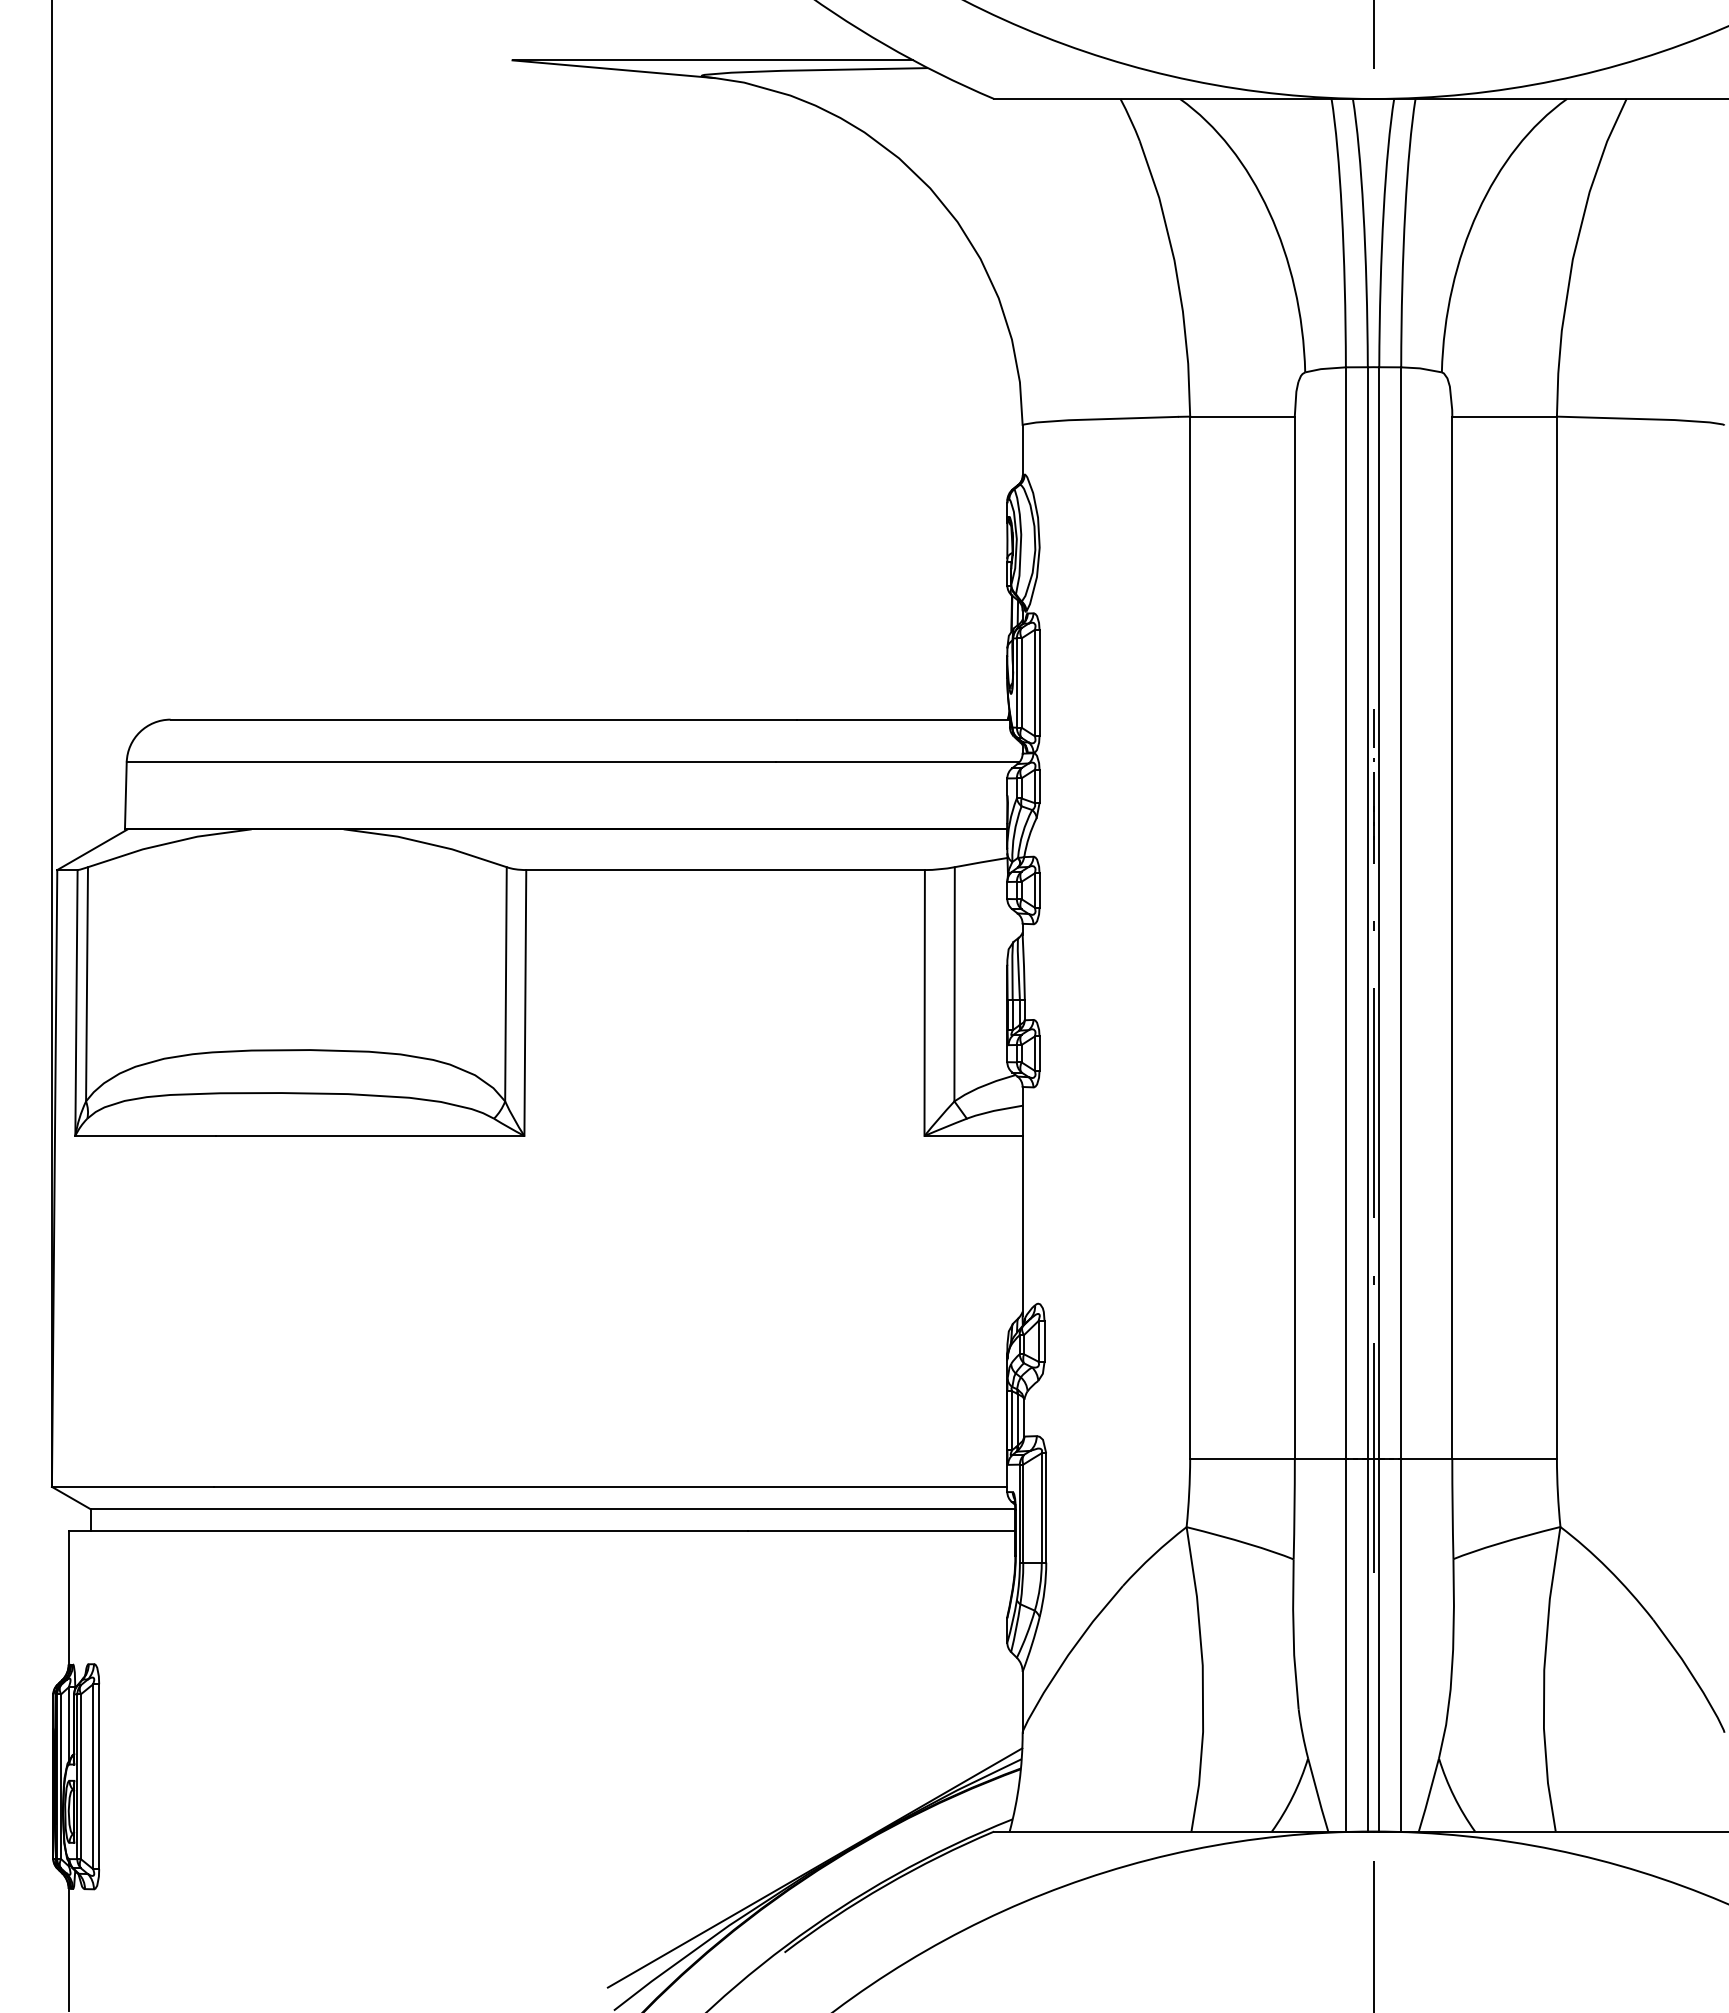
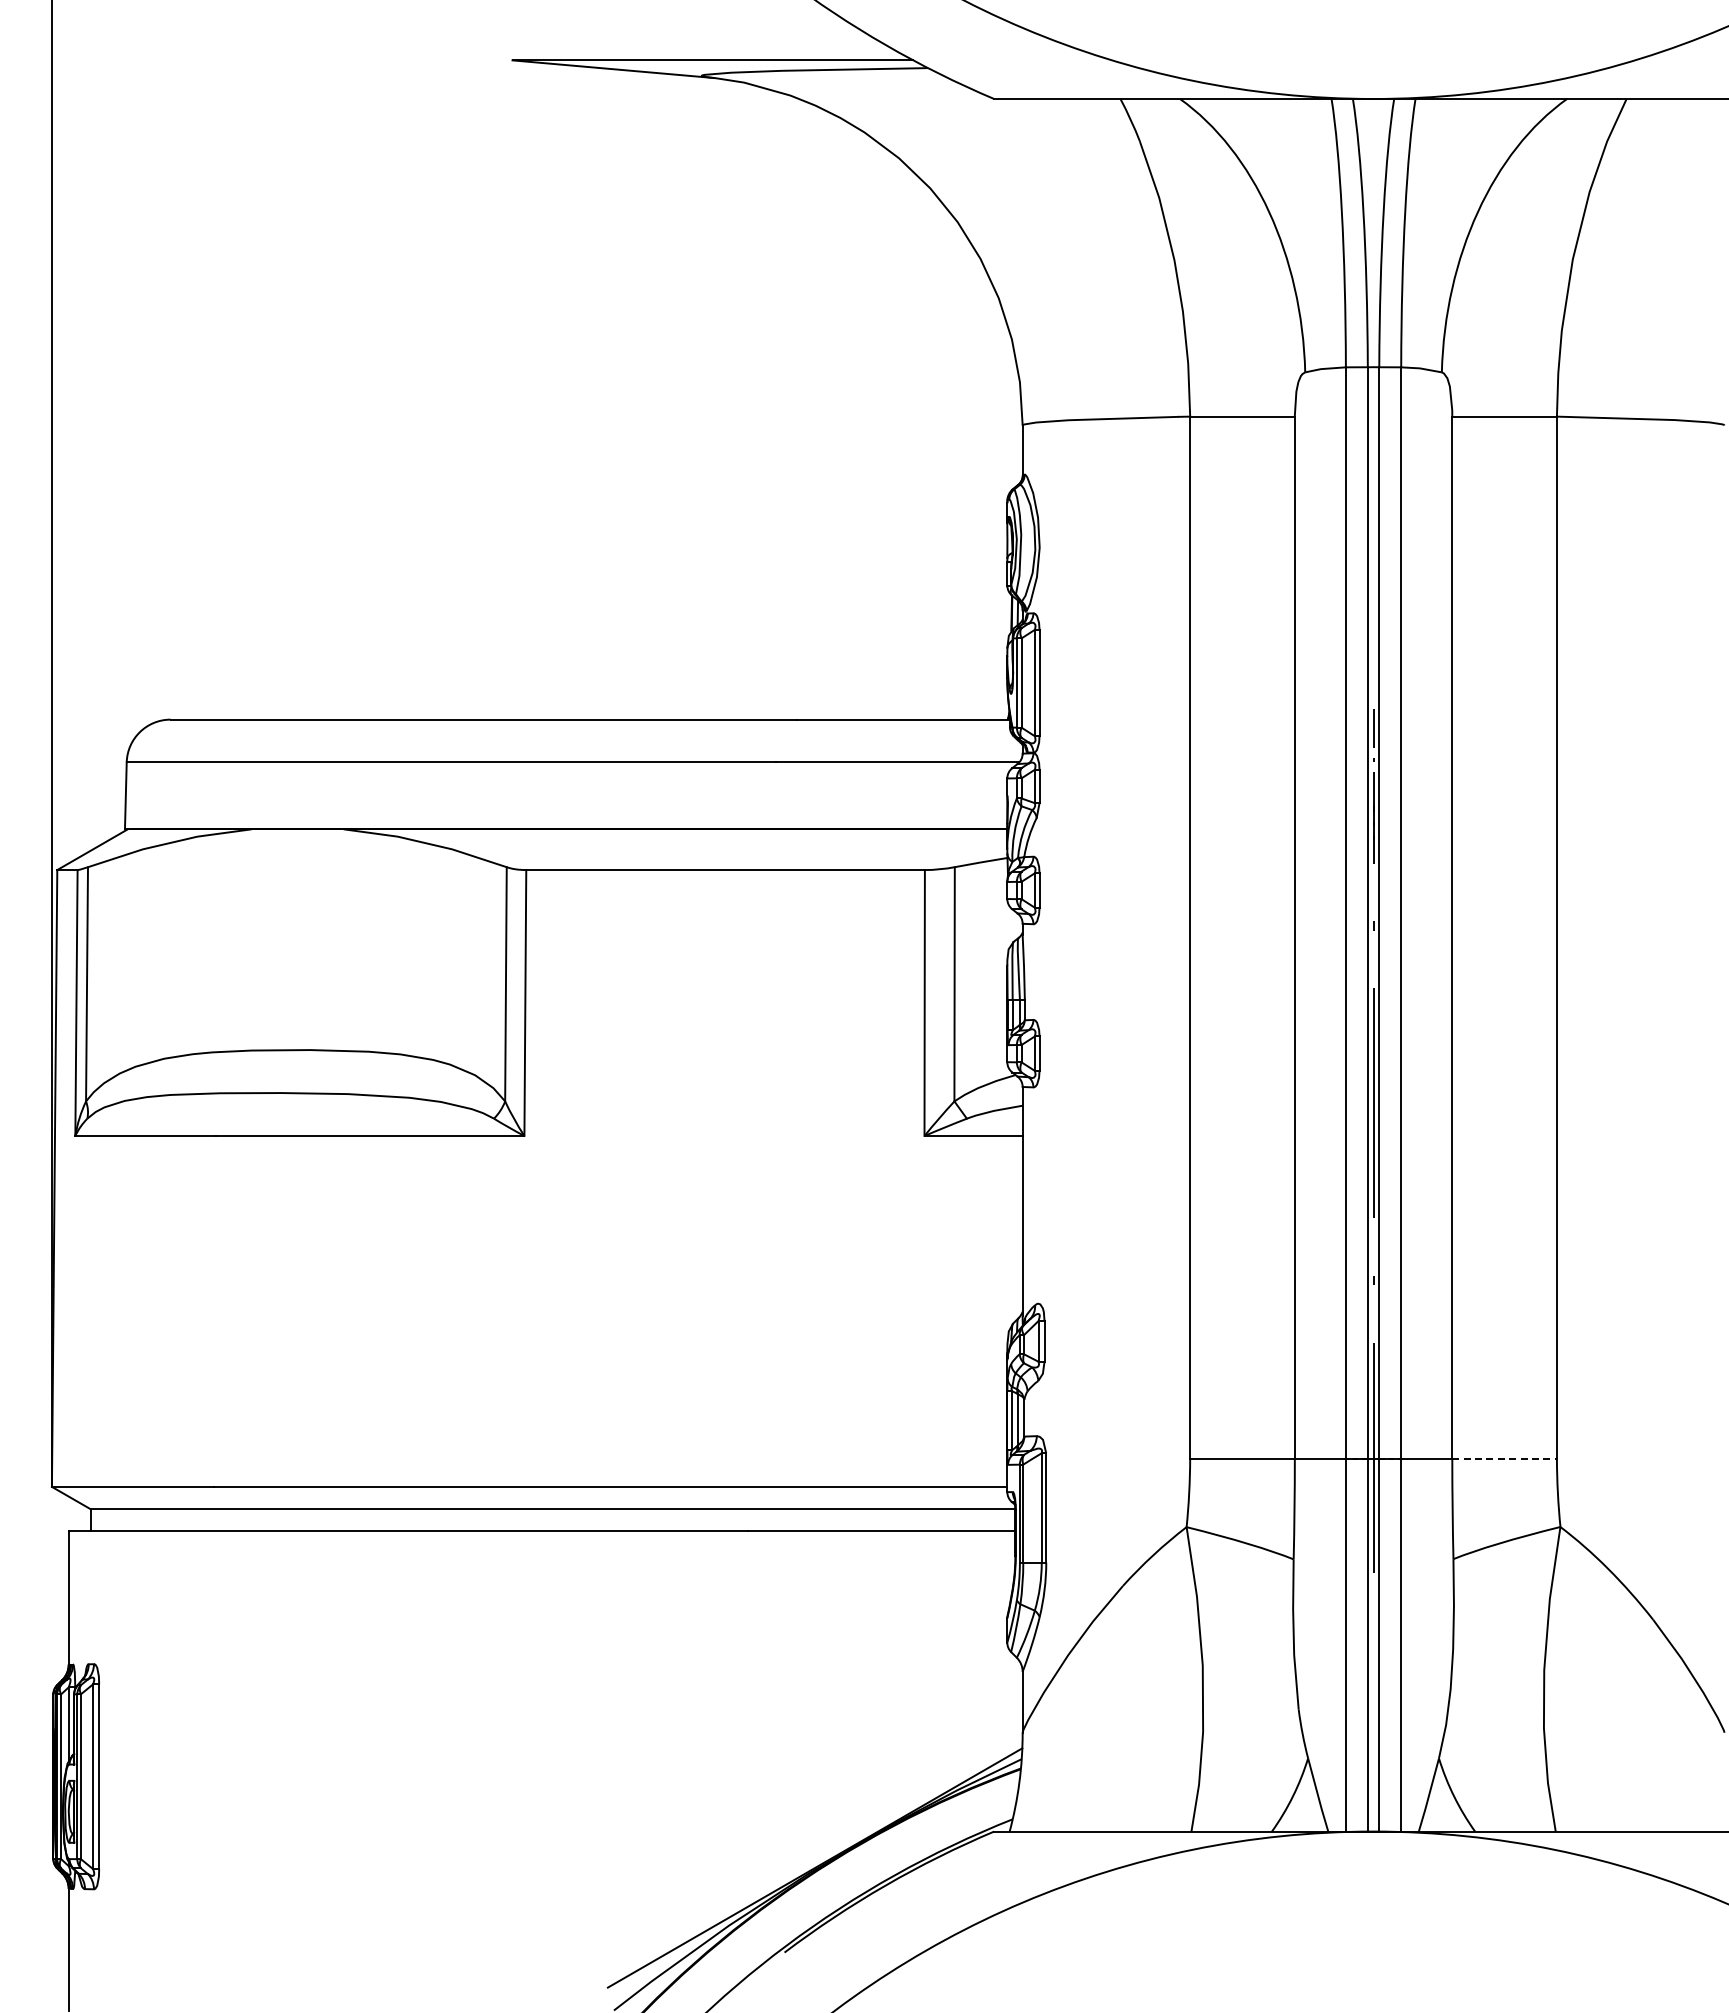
line at (1373, 35): present -> none
line at (1505, 1458): solid -> dashed
line at (1373, 1935): present -> none
